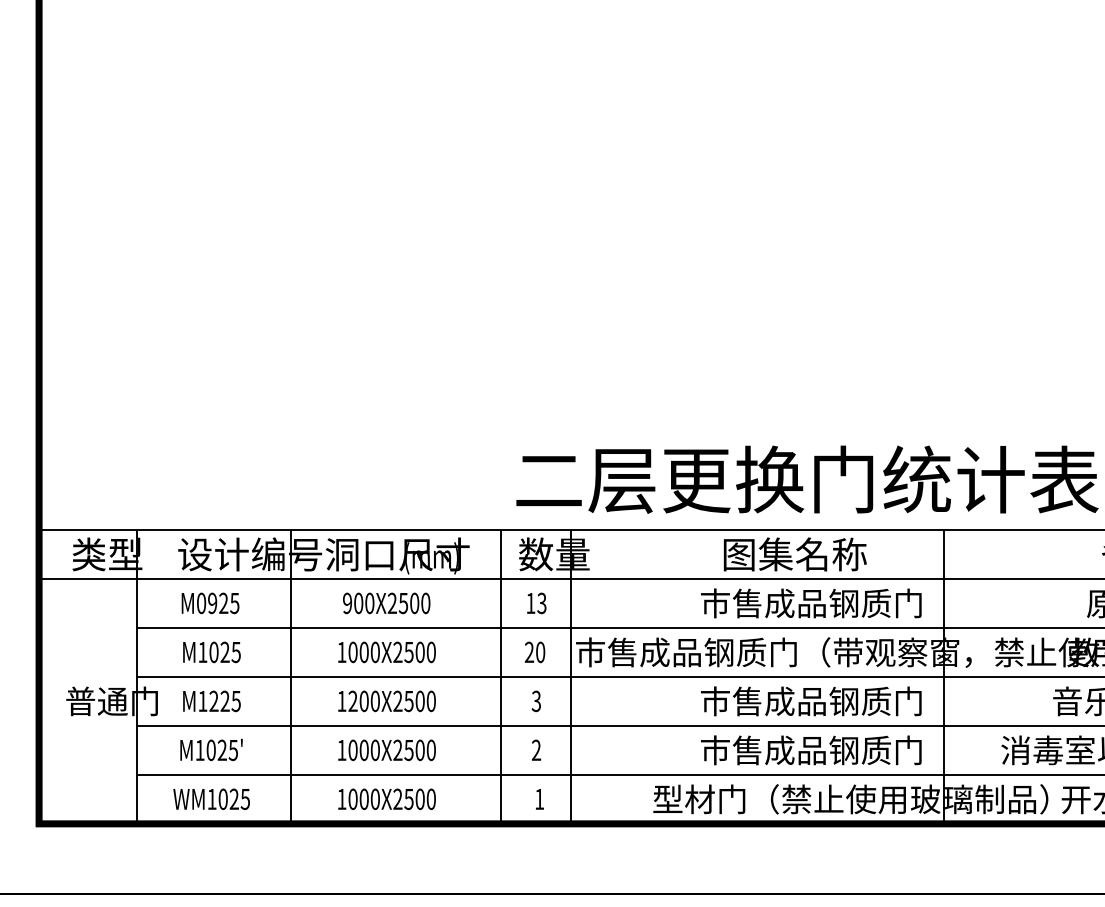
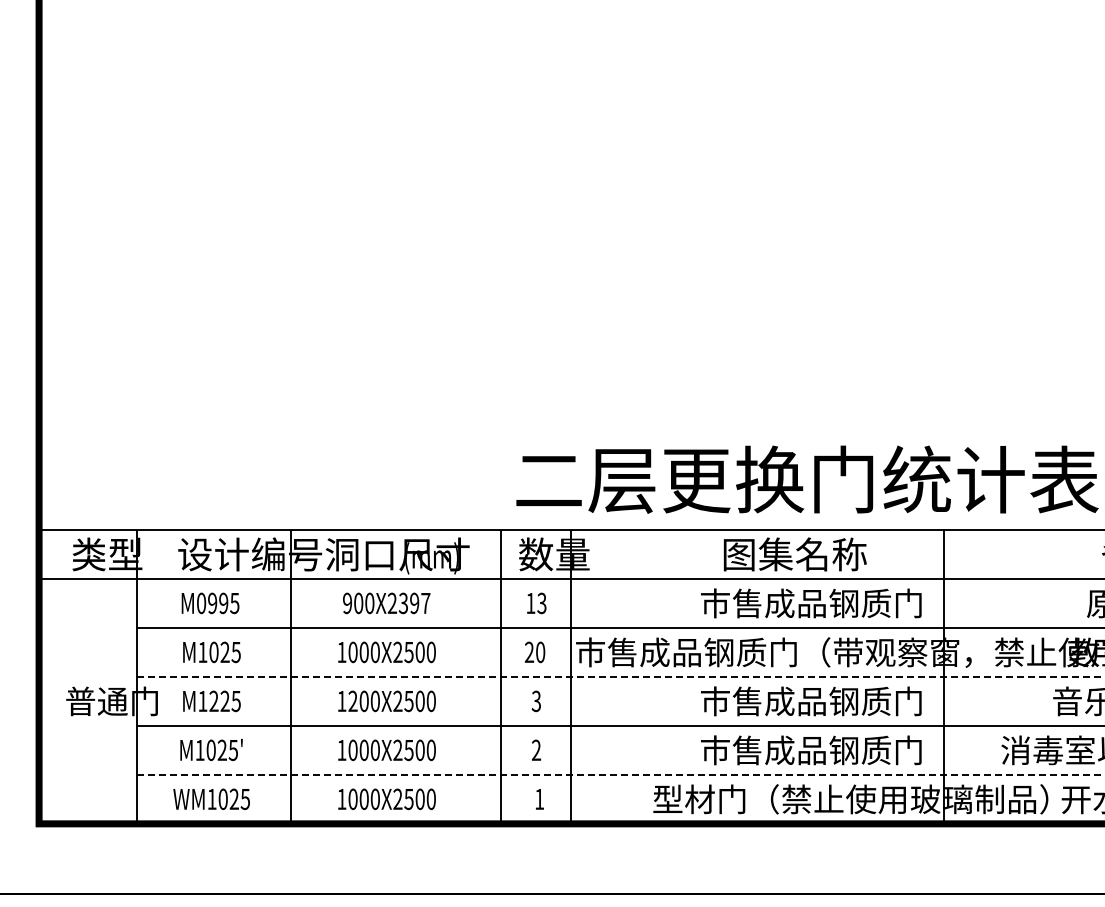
text at (223, 603): M0925 -> M0995
text at (414, 603): 900X2500 -> 900X2397
line at (620, 676): solid -> dashed
line at (620, 774): solid -> dashed
